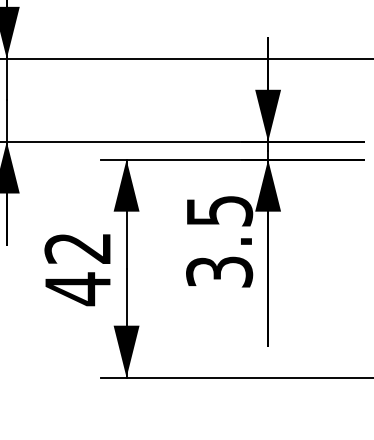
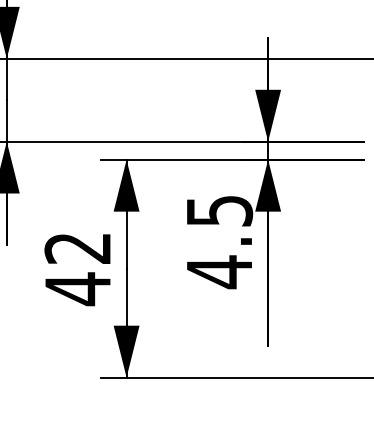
text at (219, 272): 3.5 -> 4.5
